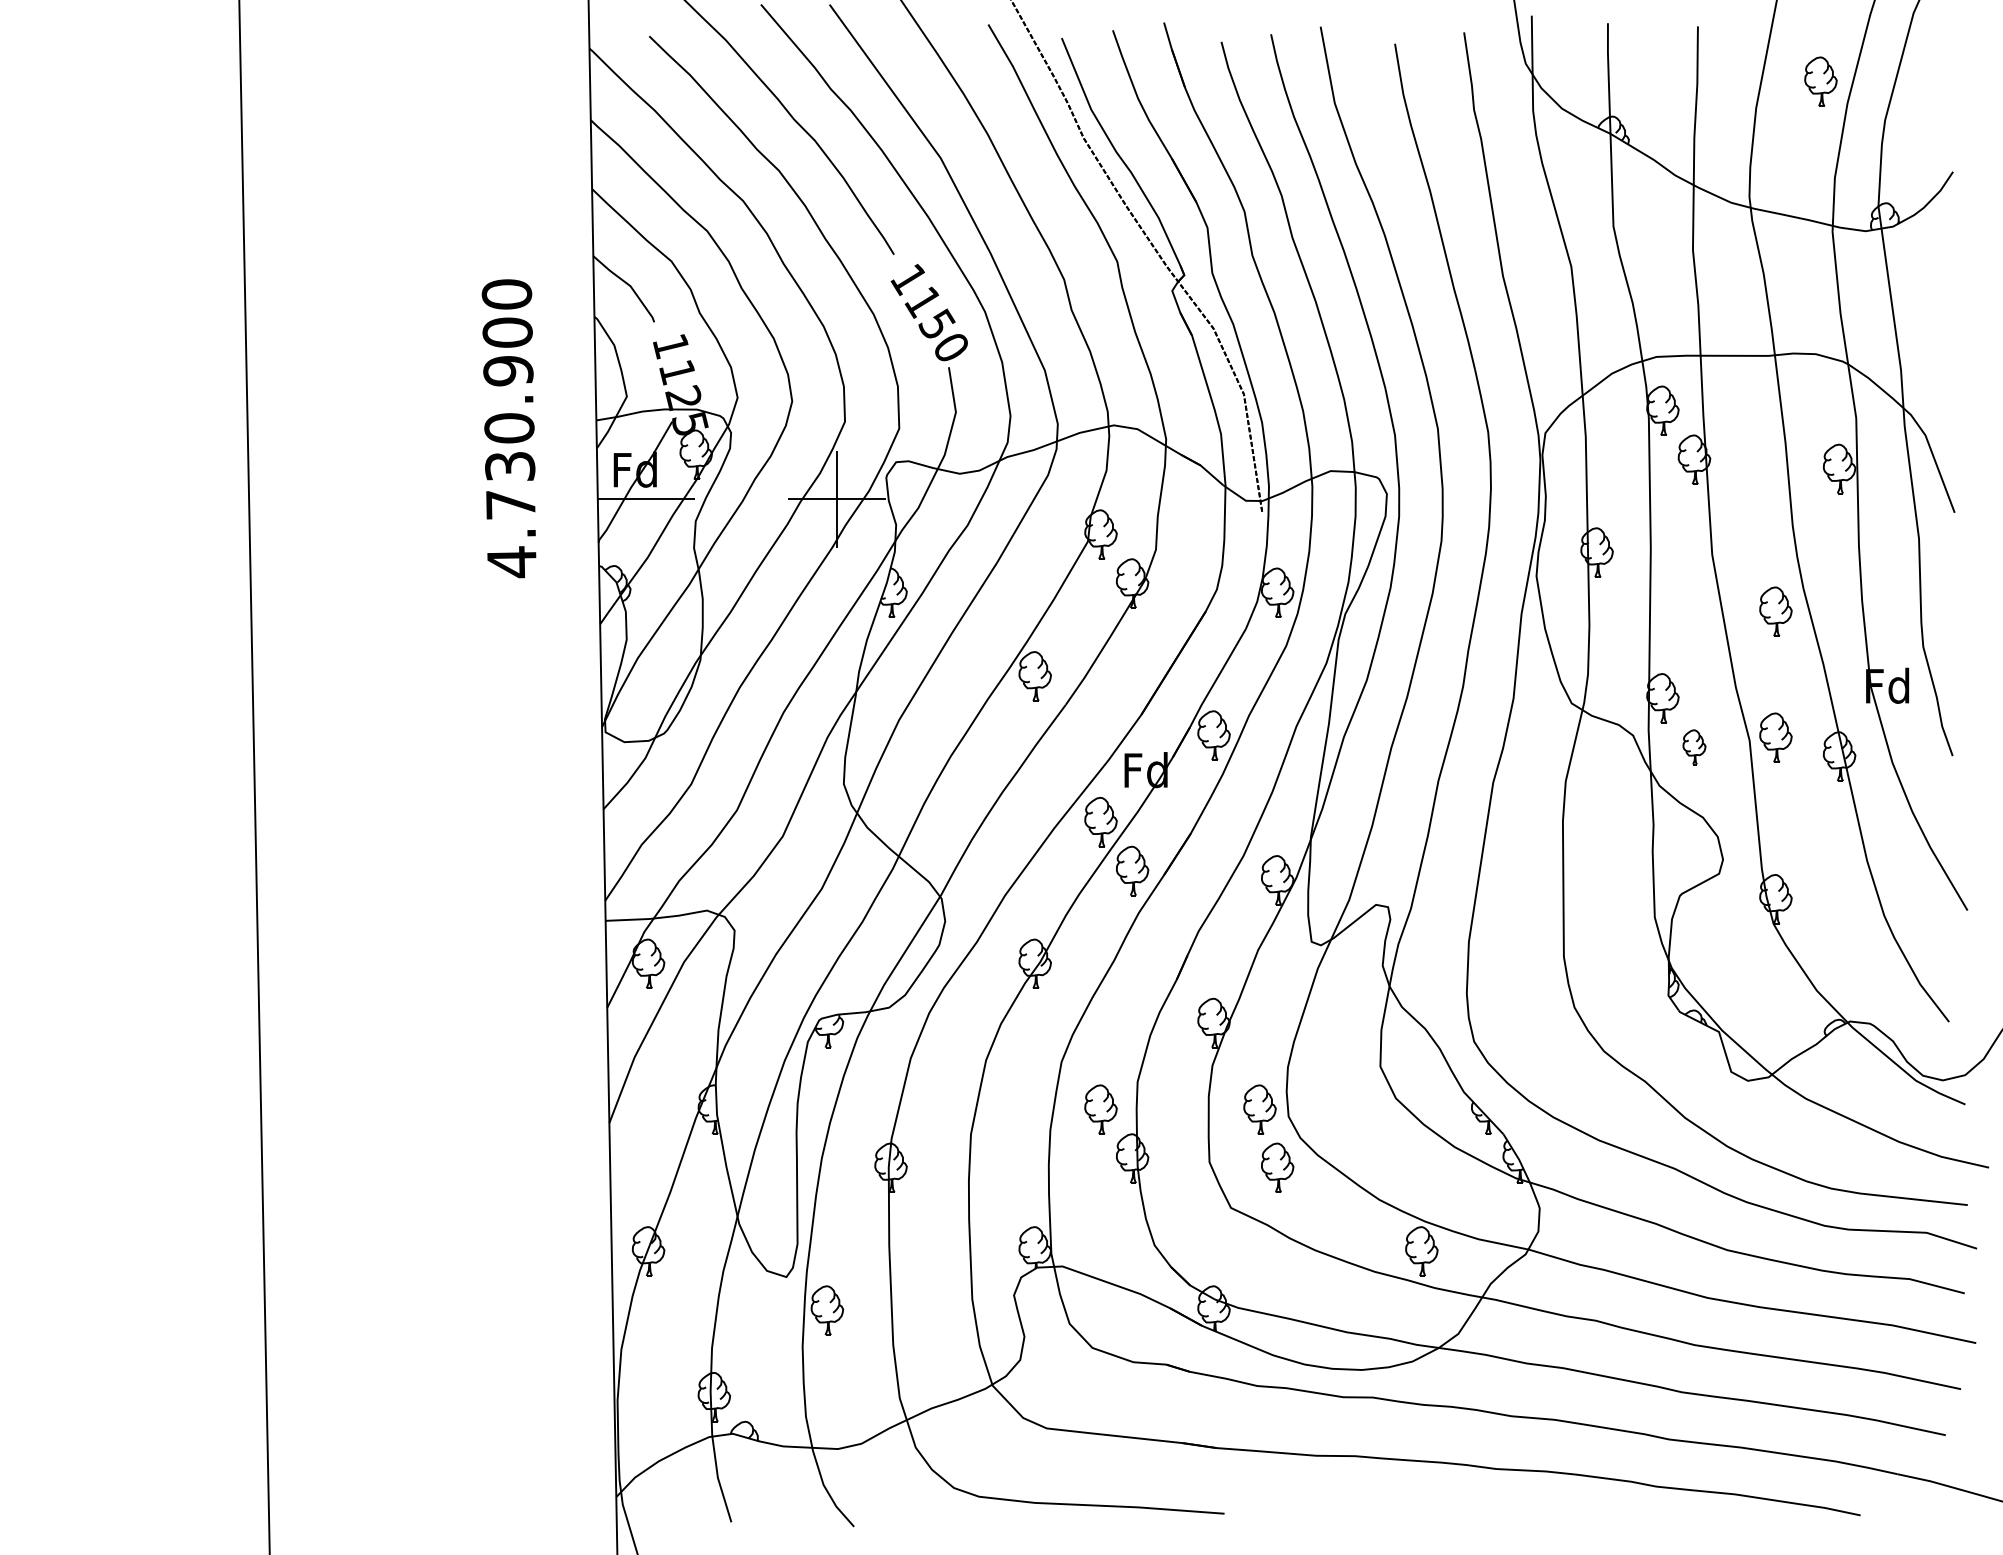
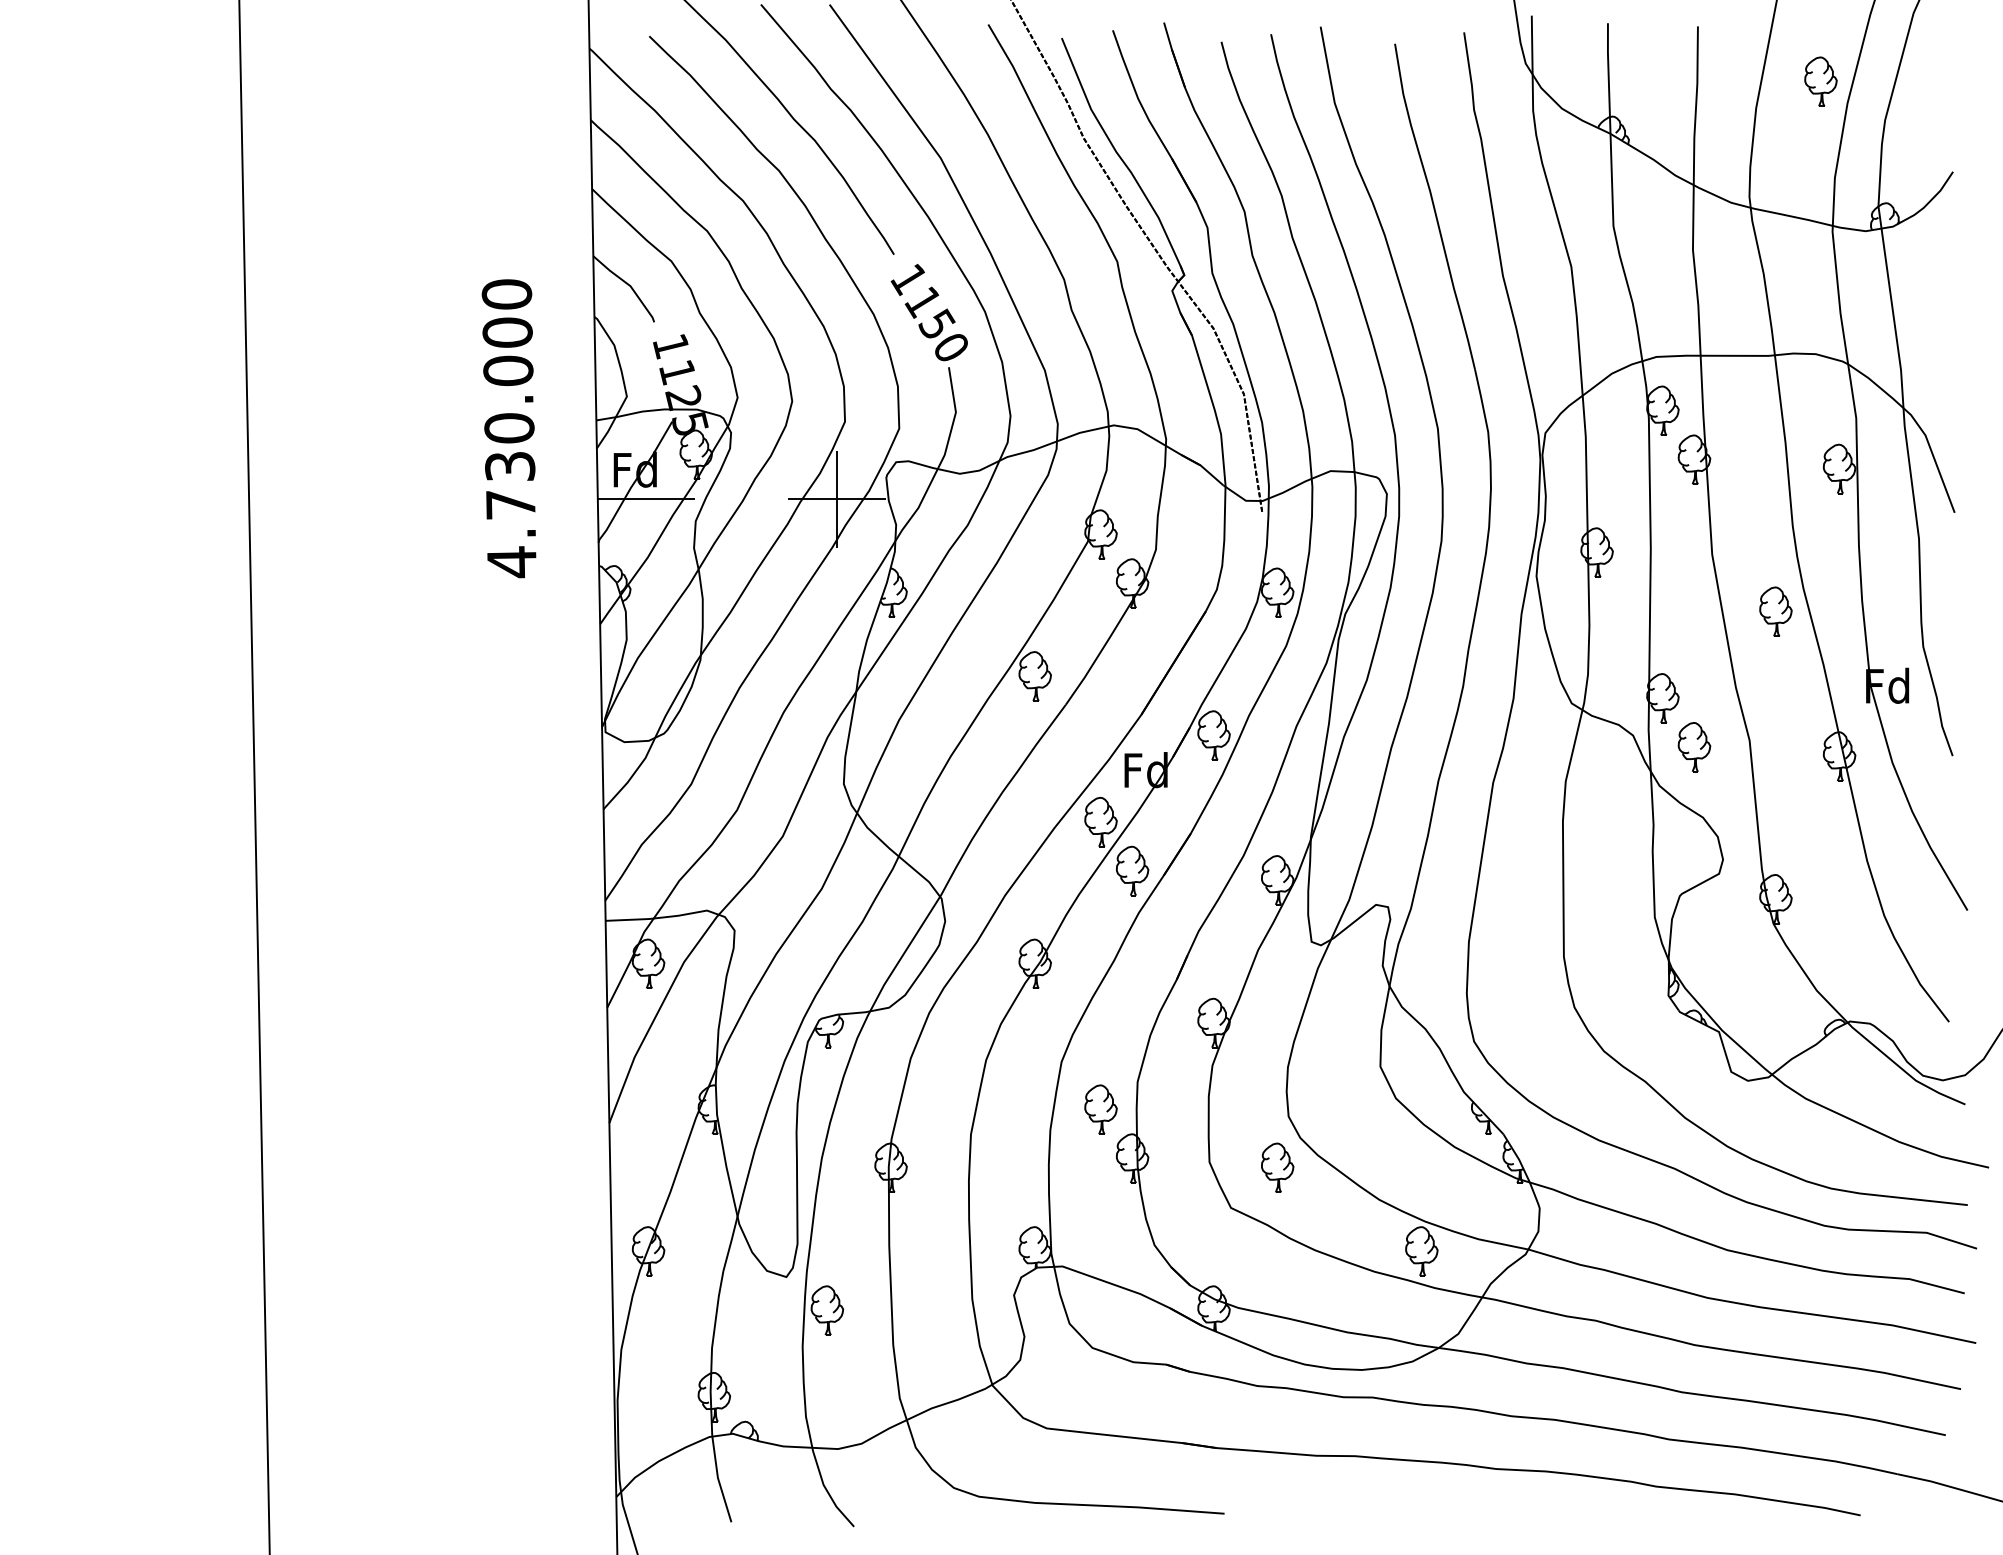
text at (508, 370): 4.730.900 -> 4.730.000
part at (1775, 737): present -> none
part at (1694, 747) size: 25x37 px -> 35x51 px
part at (1259, 1109): present -> none
